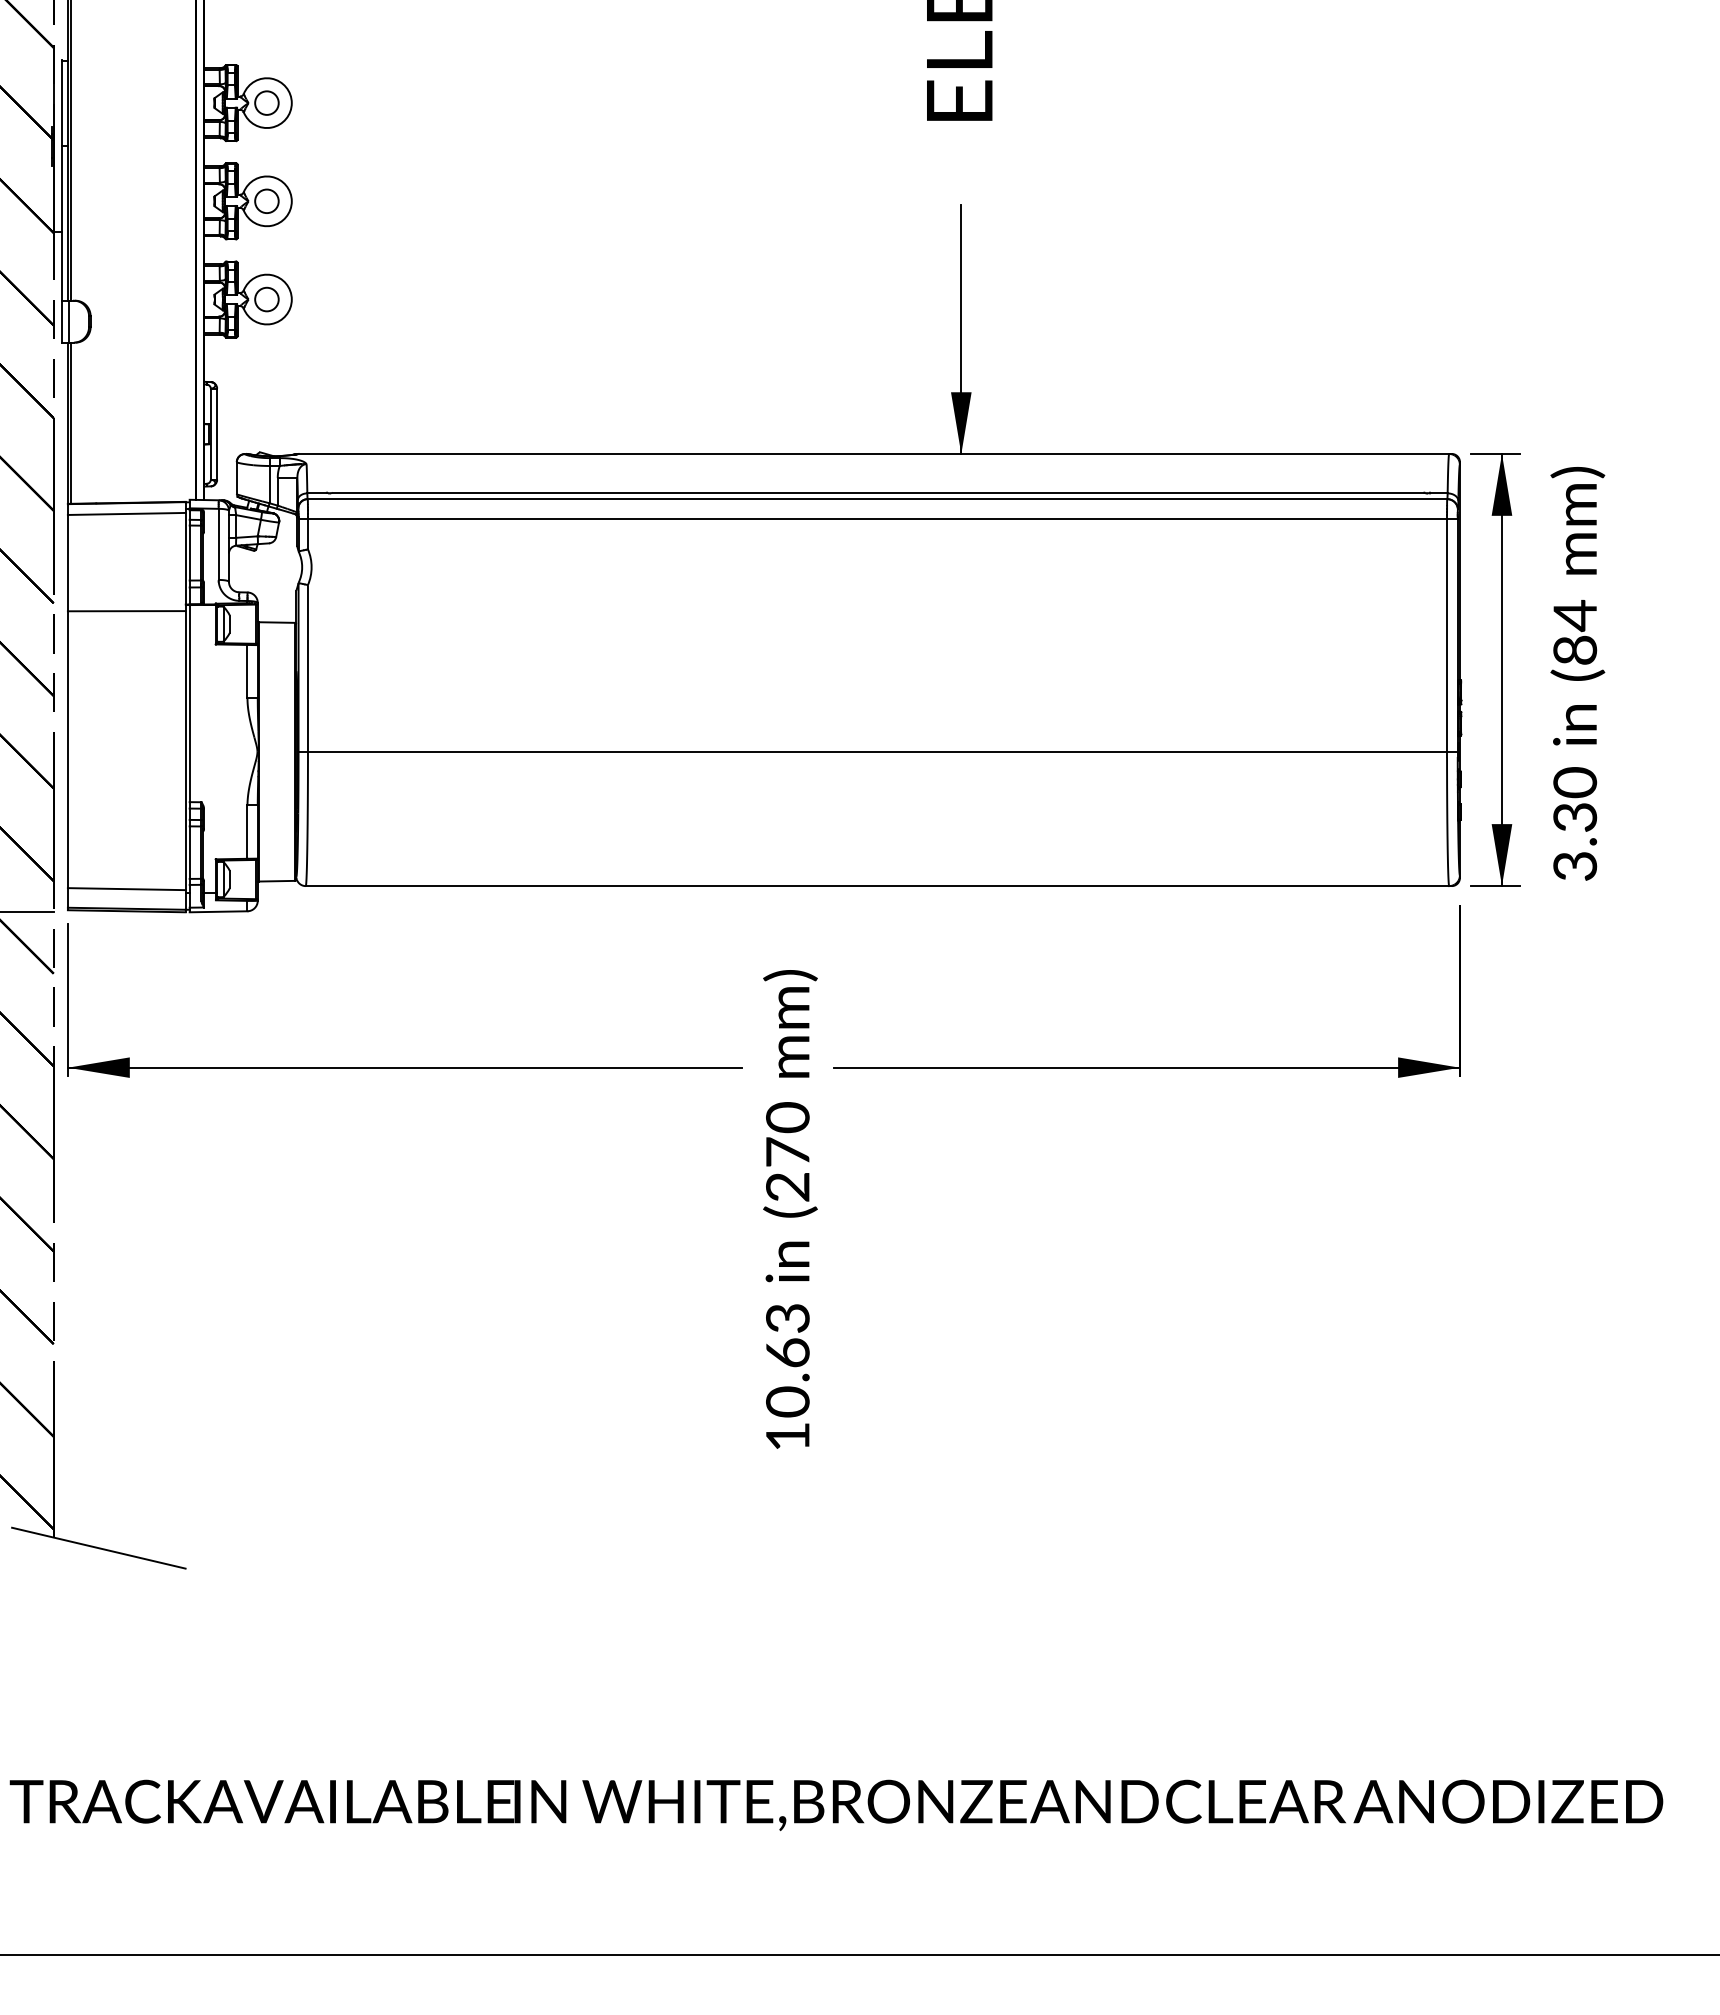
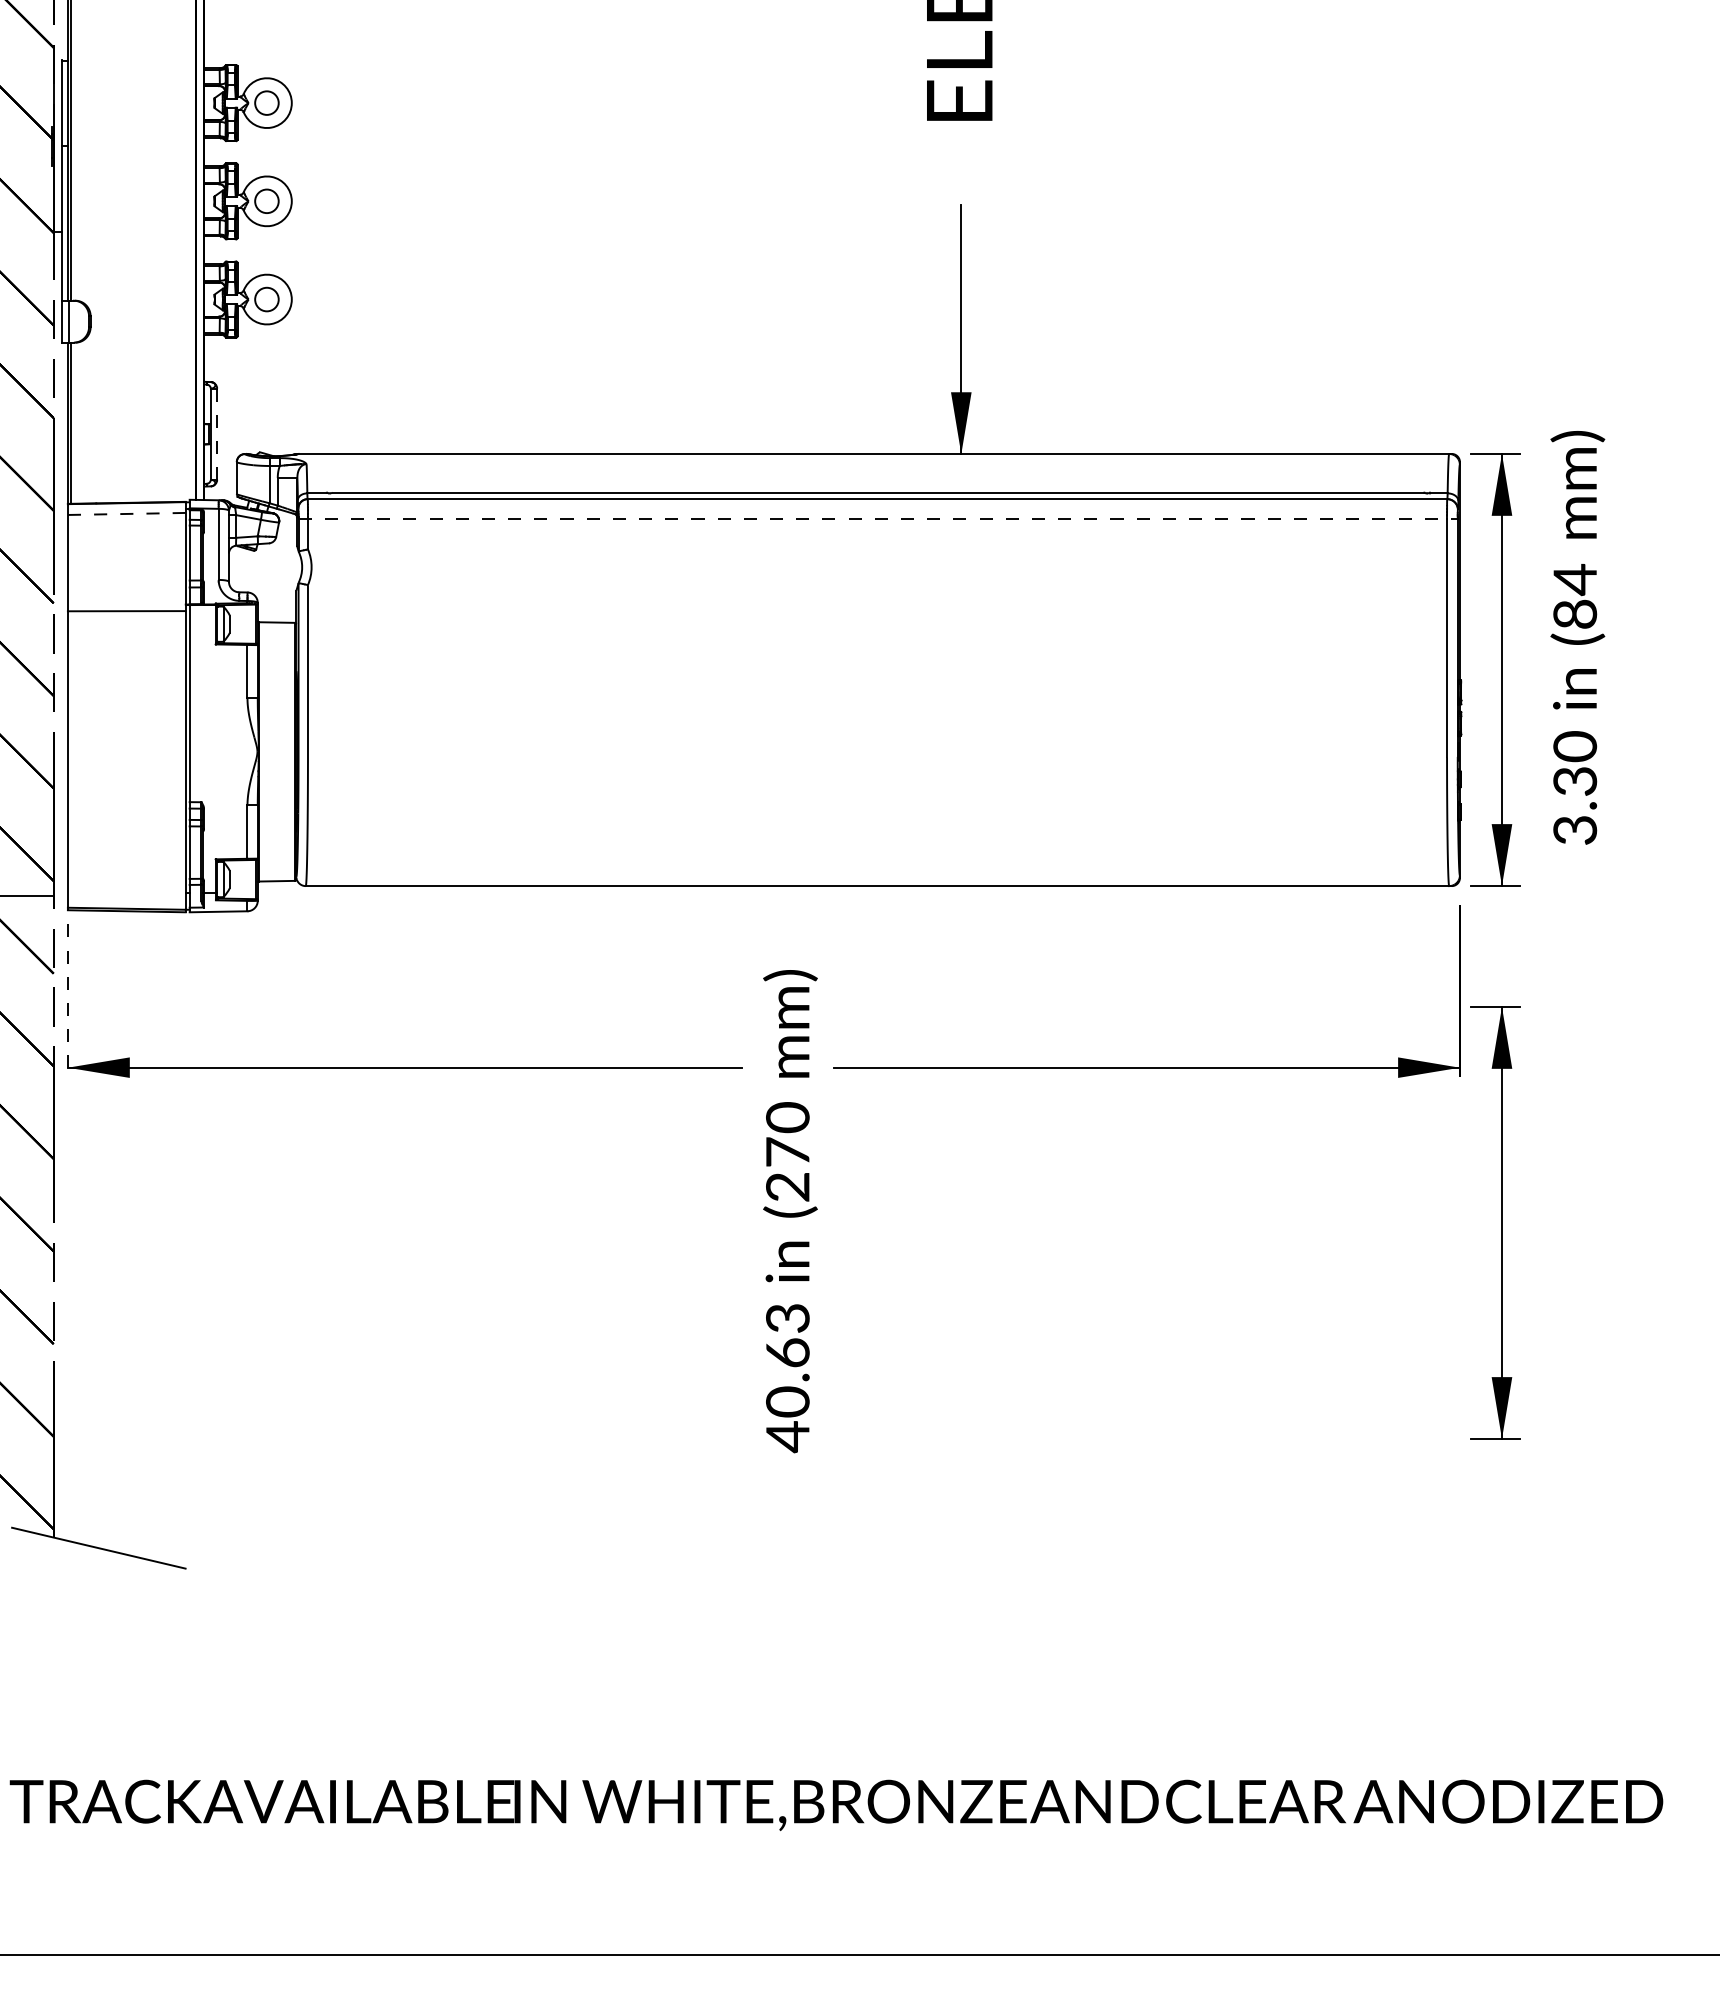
line at (217, 434): solid -> dashed
line at (126, 513): solid -> dashed
line at (878, 518): solid -> dashed
text at (1577, 673) position: (1577, 673) -> (1577, 637)
line at (877, 751): present -> none
line at (126, 889): present -> none
line at (27, 912) position: (27, 912) -> (27, 896)
line at (67, 1000): solid -> dashed
part at (1495, 1222): none -> present
text at (787, 1437): 10.63 -> 40.63
